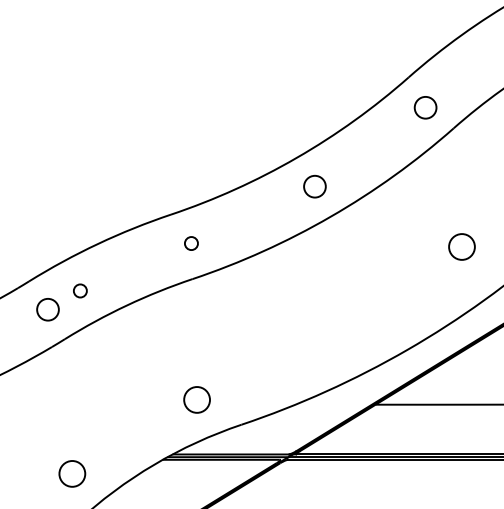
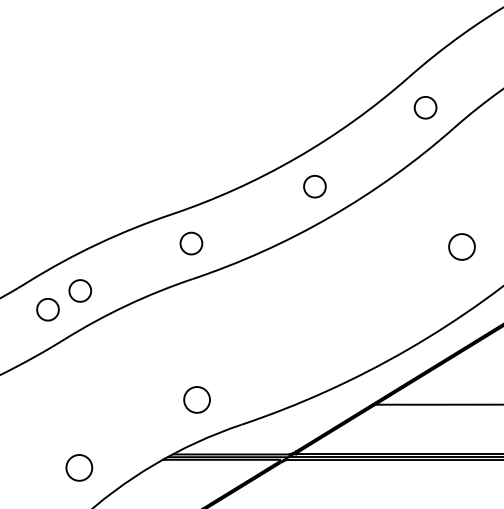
circle at (191, 243) size: 15x15 px -> 25x25 px
circle at (80, 290) size: 15x16 px -> 25x24 px
circle at (72, 473) position: (72, 473) -> (79, 467)
